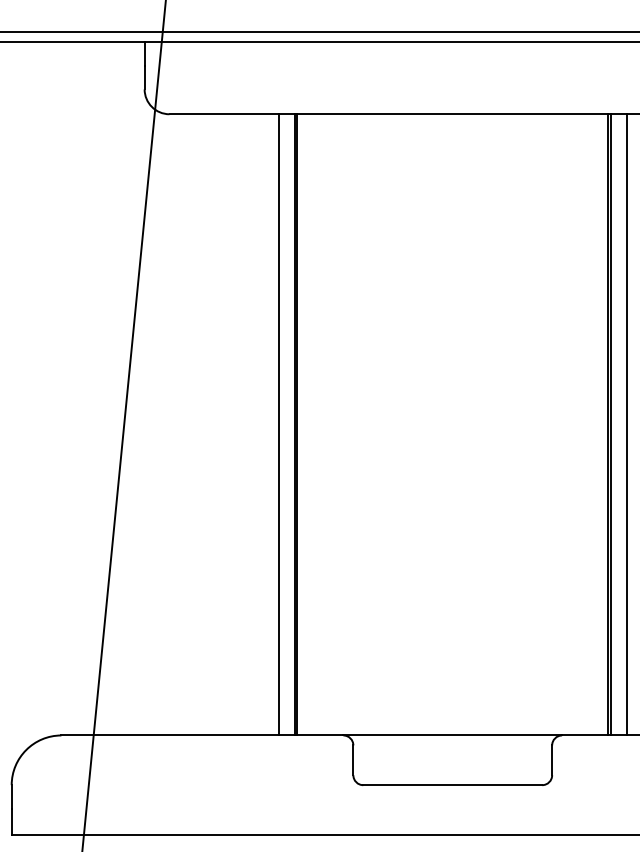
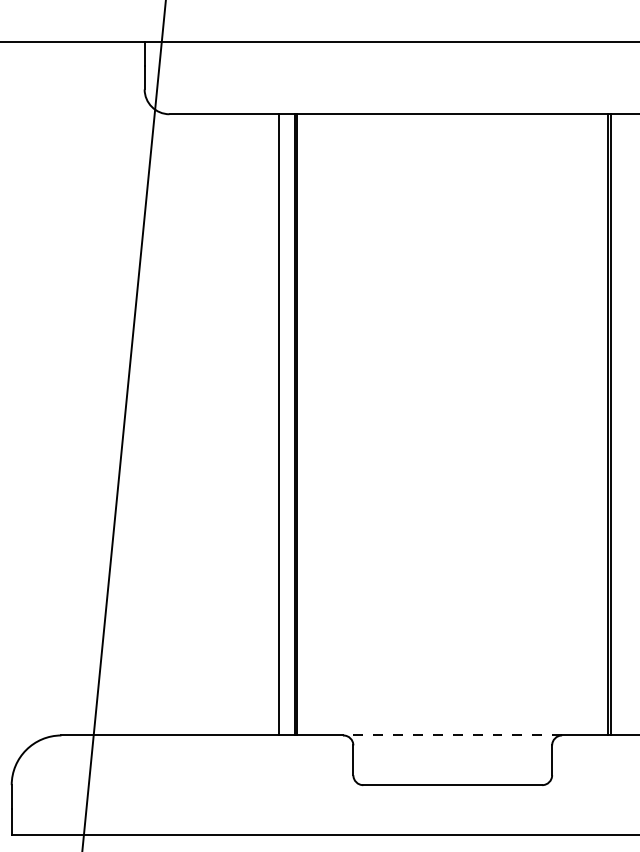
line at (319, 32): present -> none
line at (626, 424): present -> none
line at (452, 735): solid -> dashed
